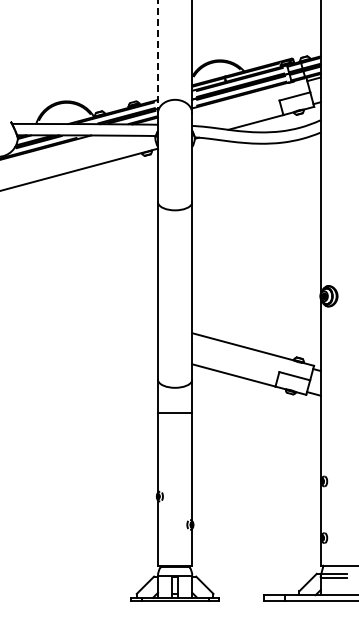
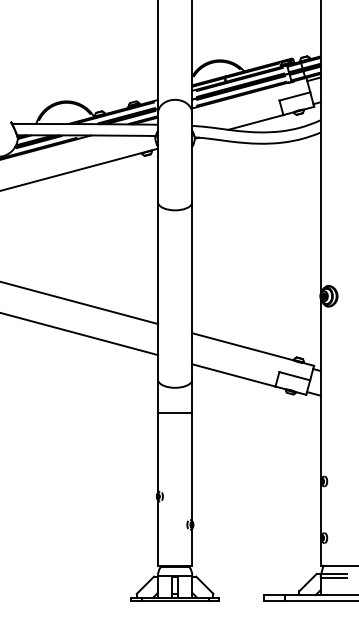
line at (158, 57): dashed -> solid
line at (80, 303): none -> present
line at (80, 334): none -> present
